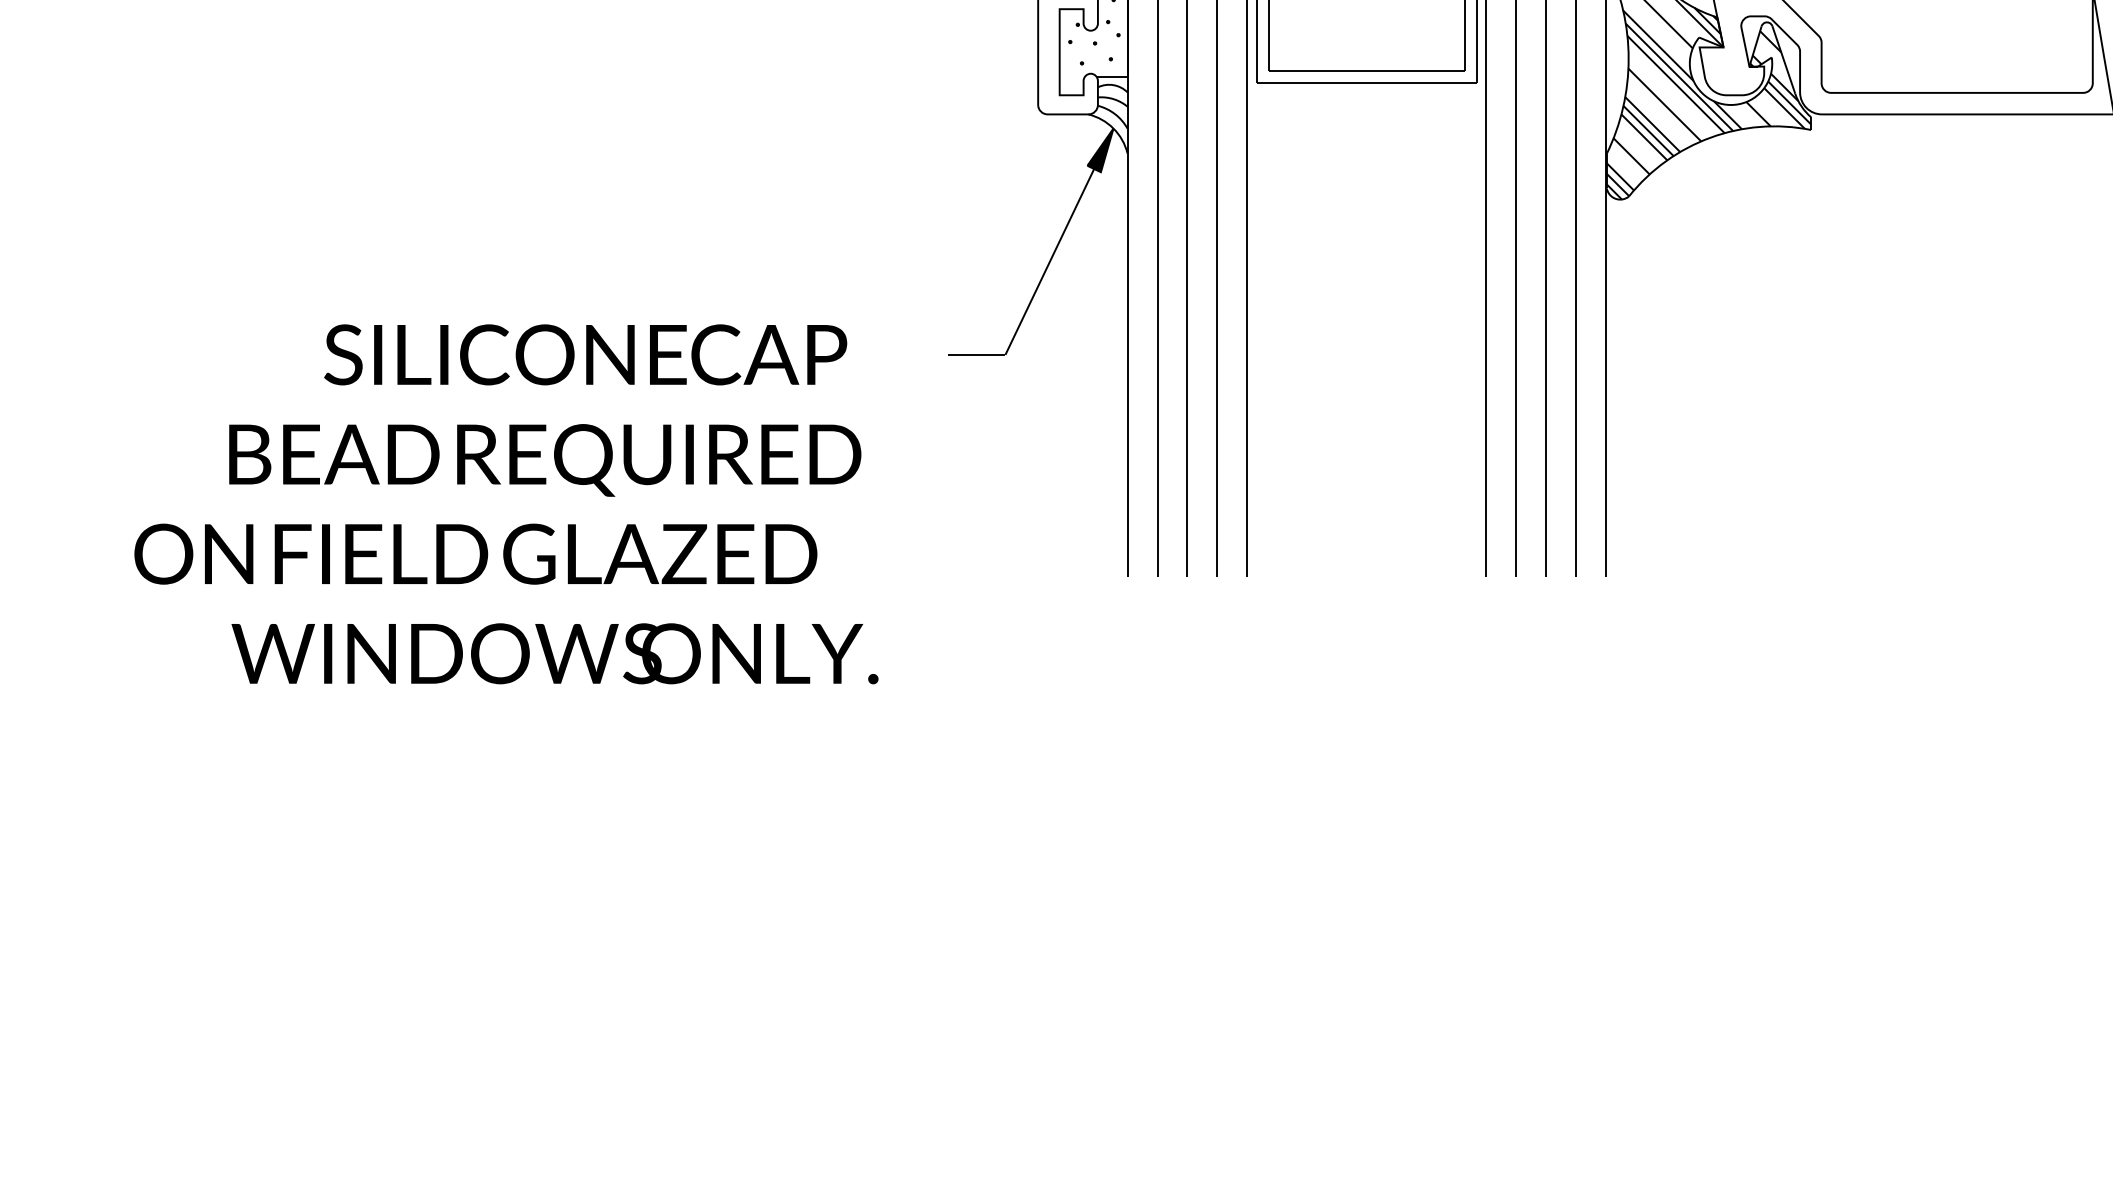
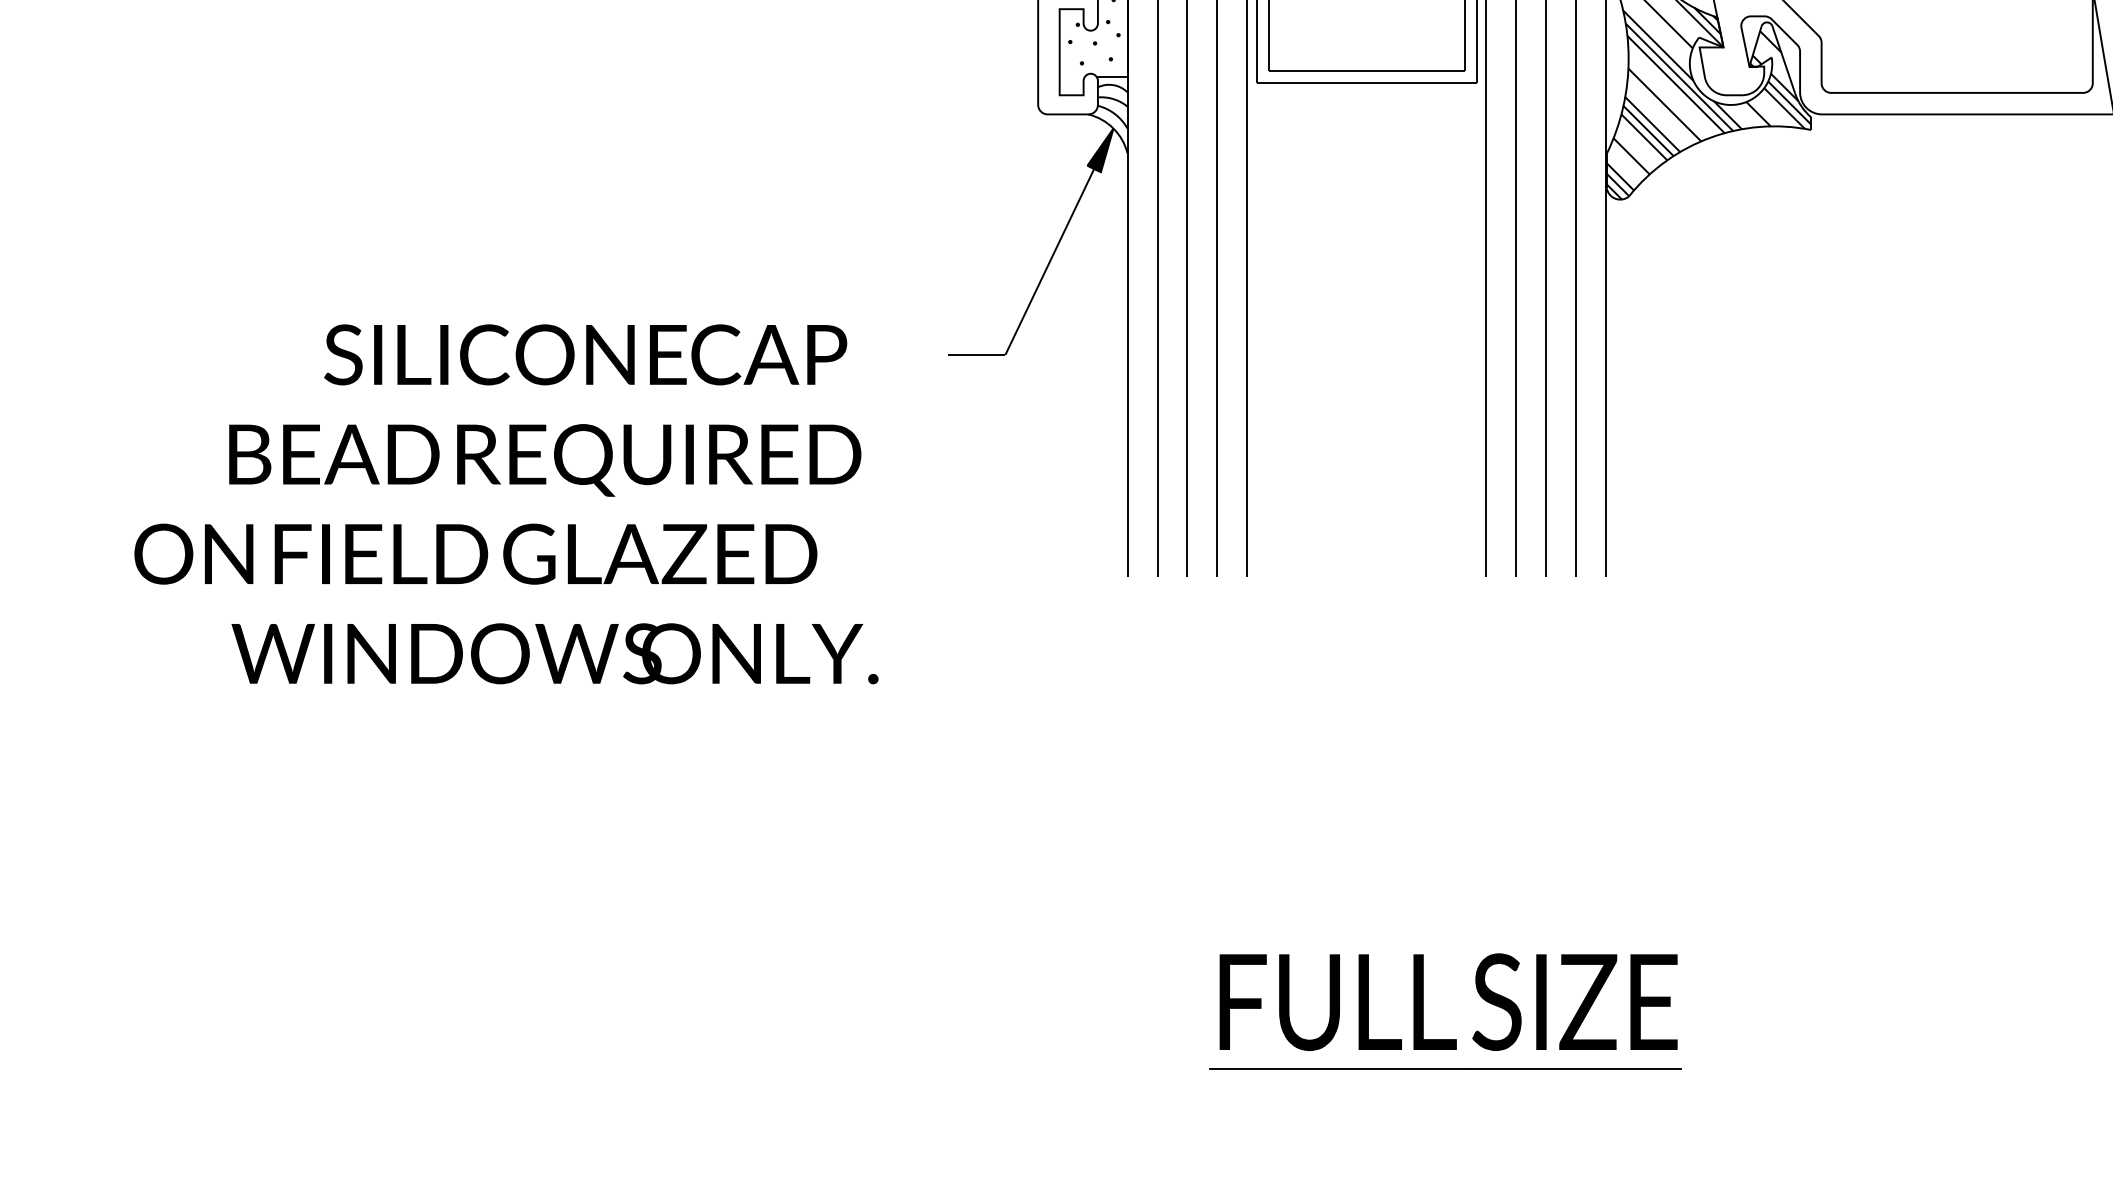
part at (1423, 1011): none -> present
